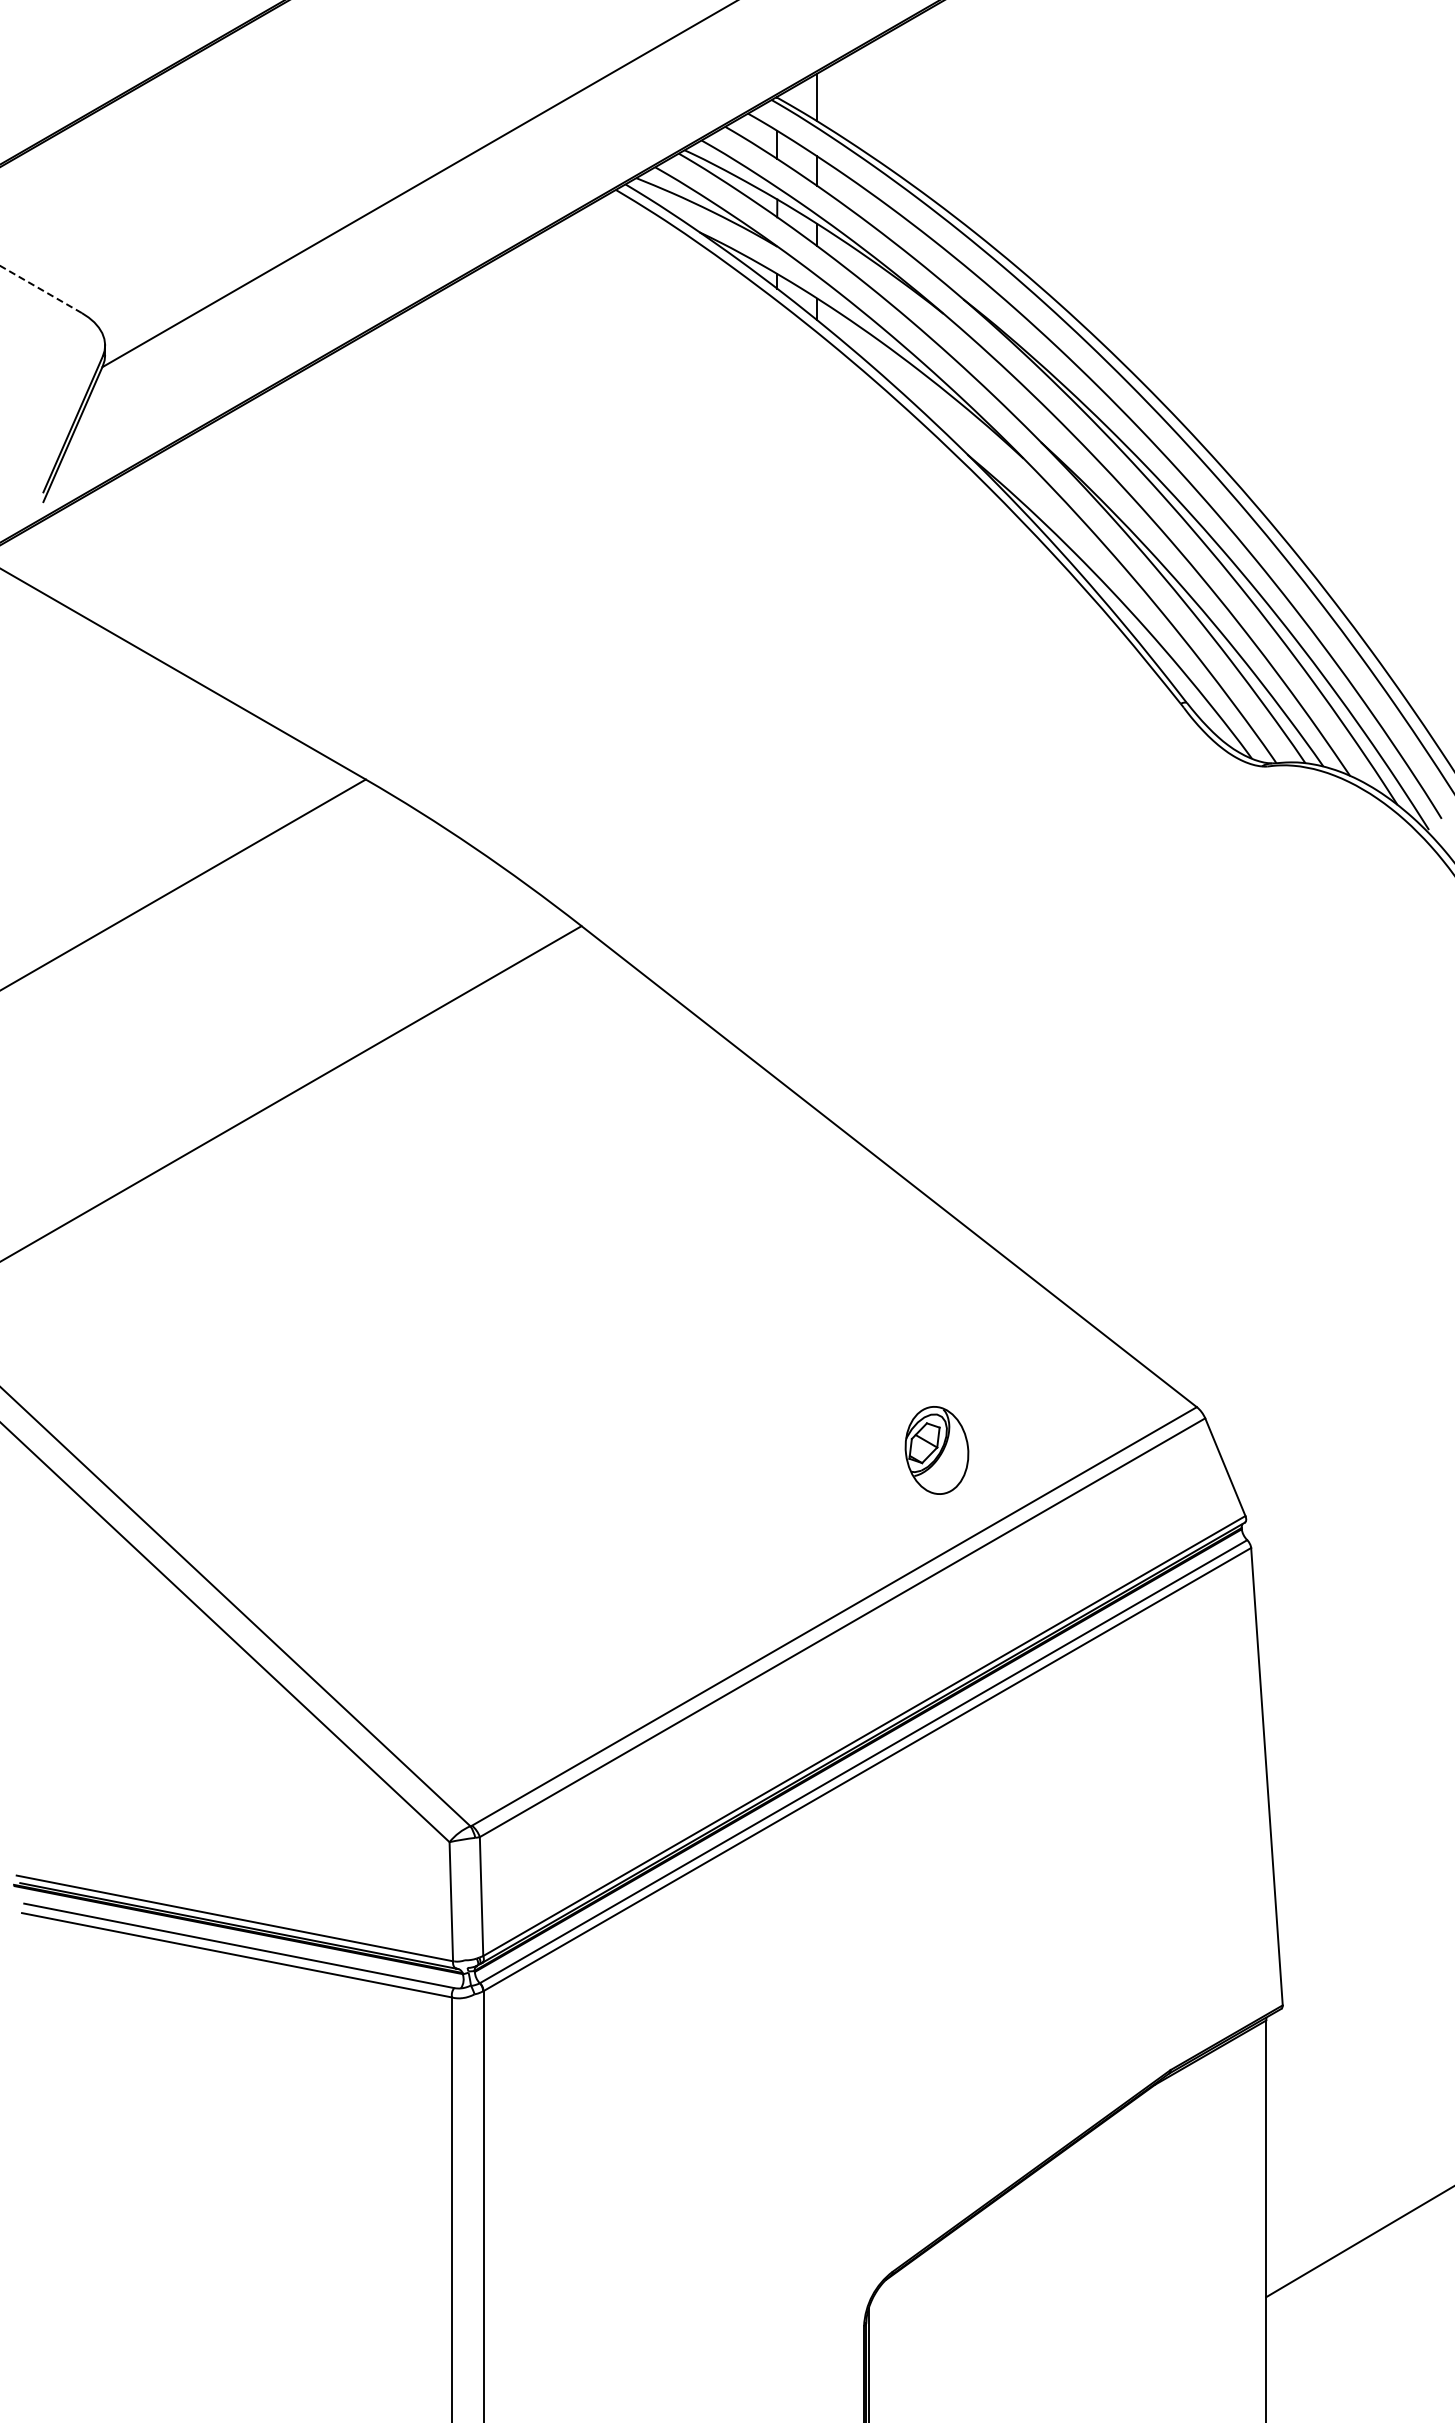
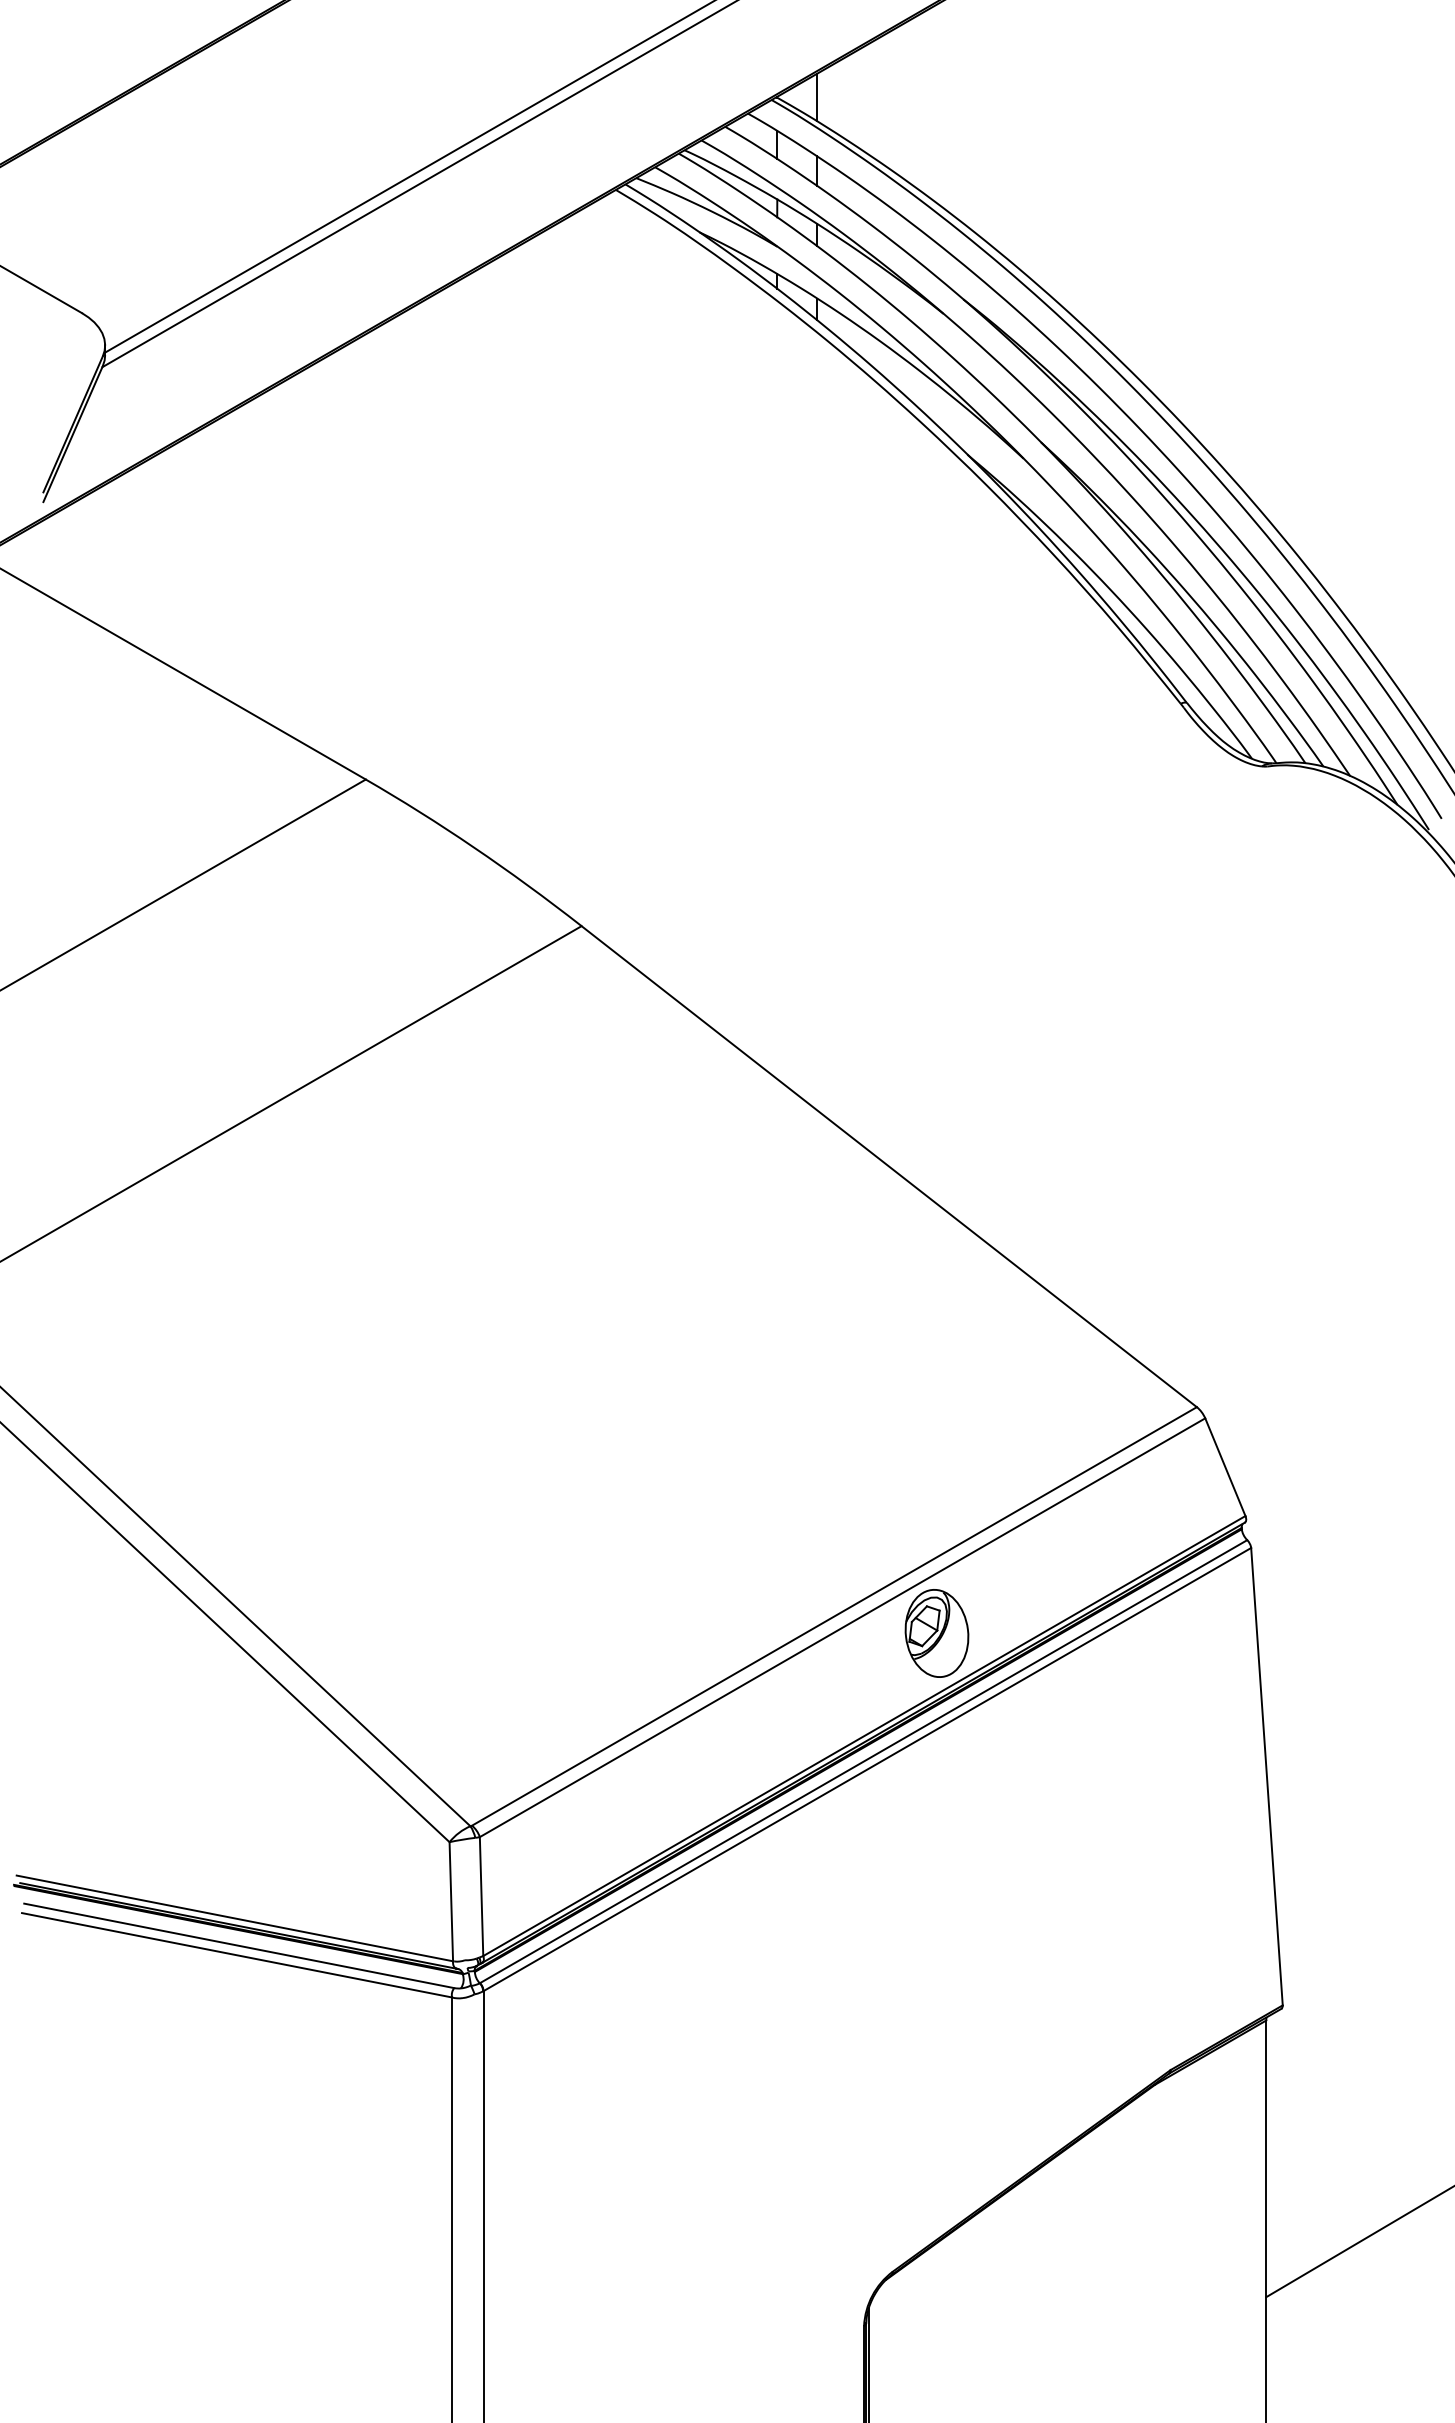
line at (408, 177): none -> present
line at (41, 289): dashed -> solid
part at (936, 1450) position: (936, 1450) -> (936, 1633)
